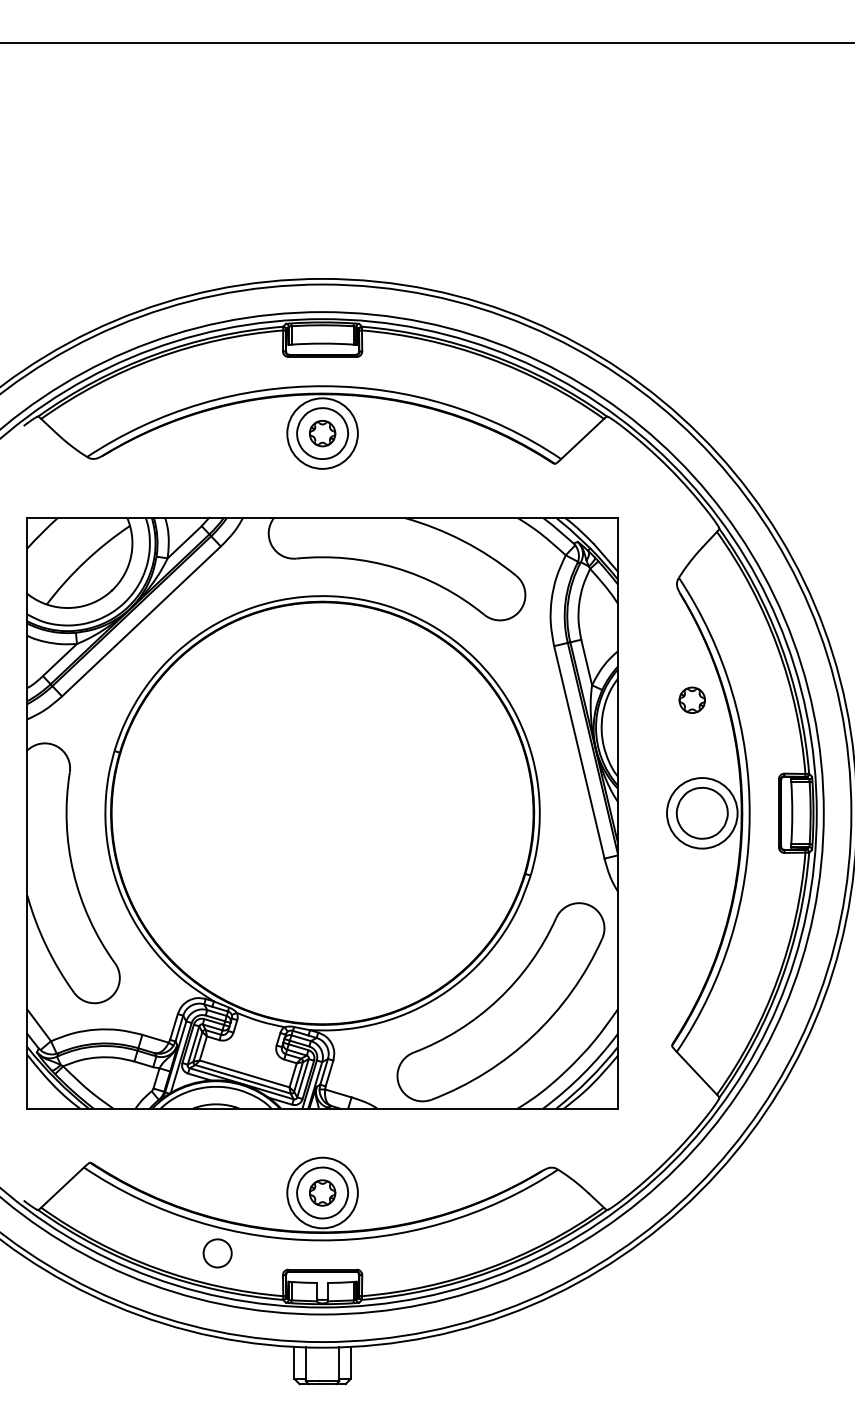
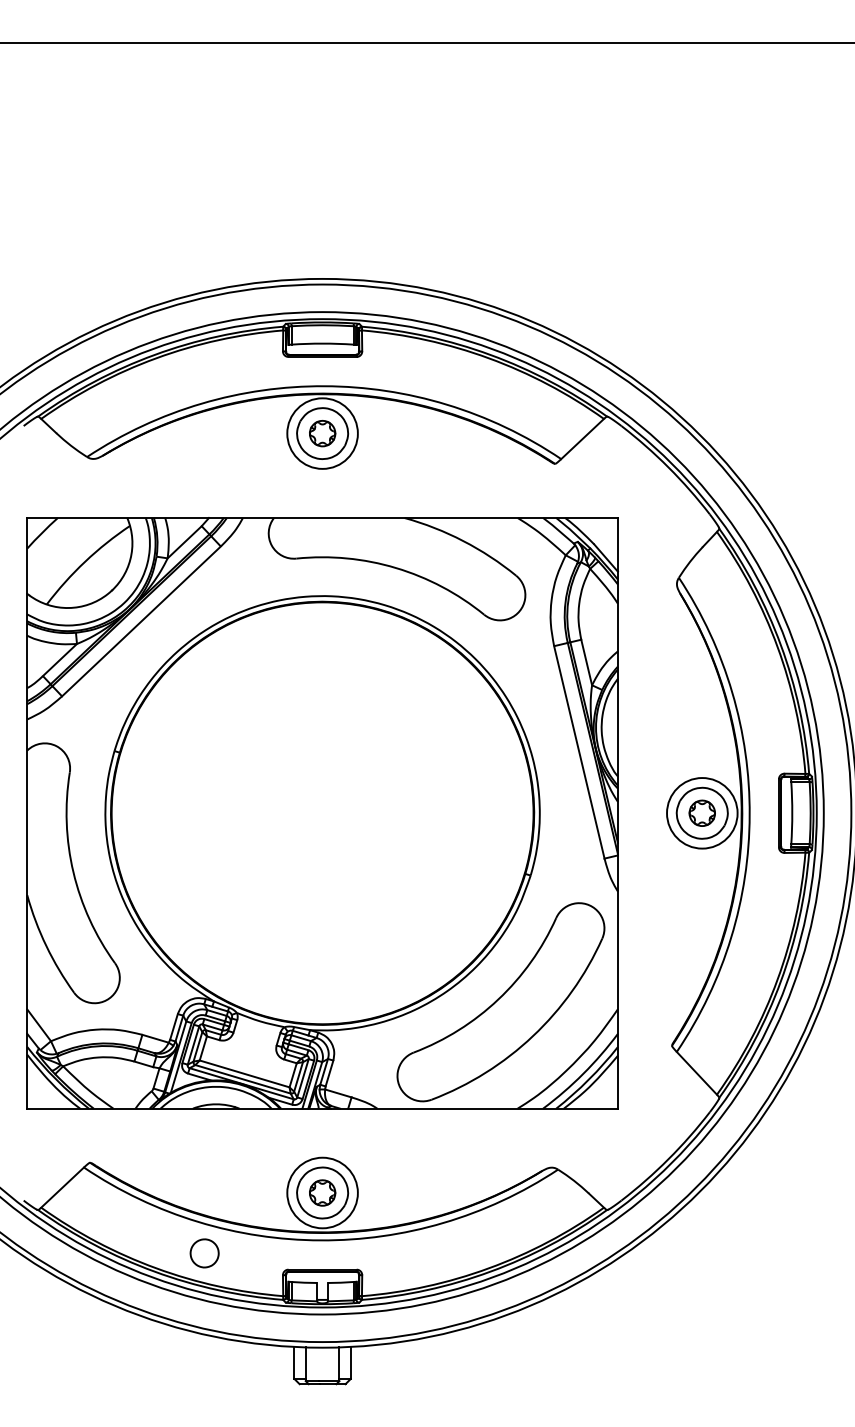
part at (691, 699) position: (691, 699) -> (701, 812)
part at (217, 1253) position: (217, 1253) -> (204, 1253)
